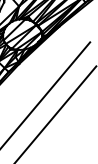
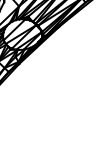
line at (46, 94): present -> none
line at (55, 114): present -> none
